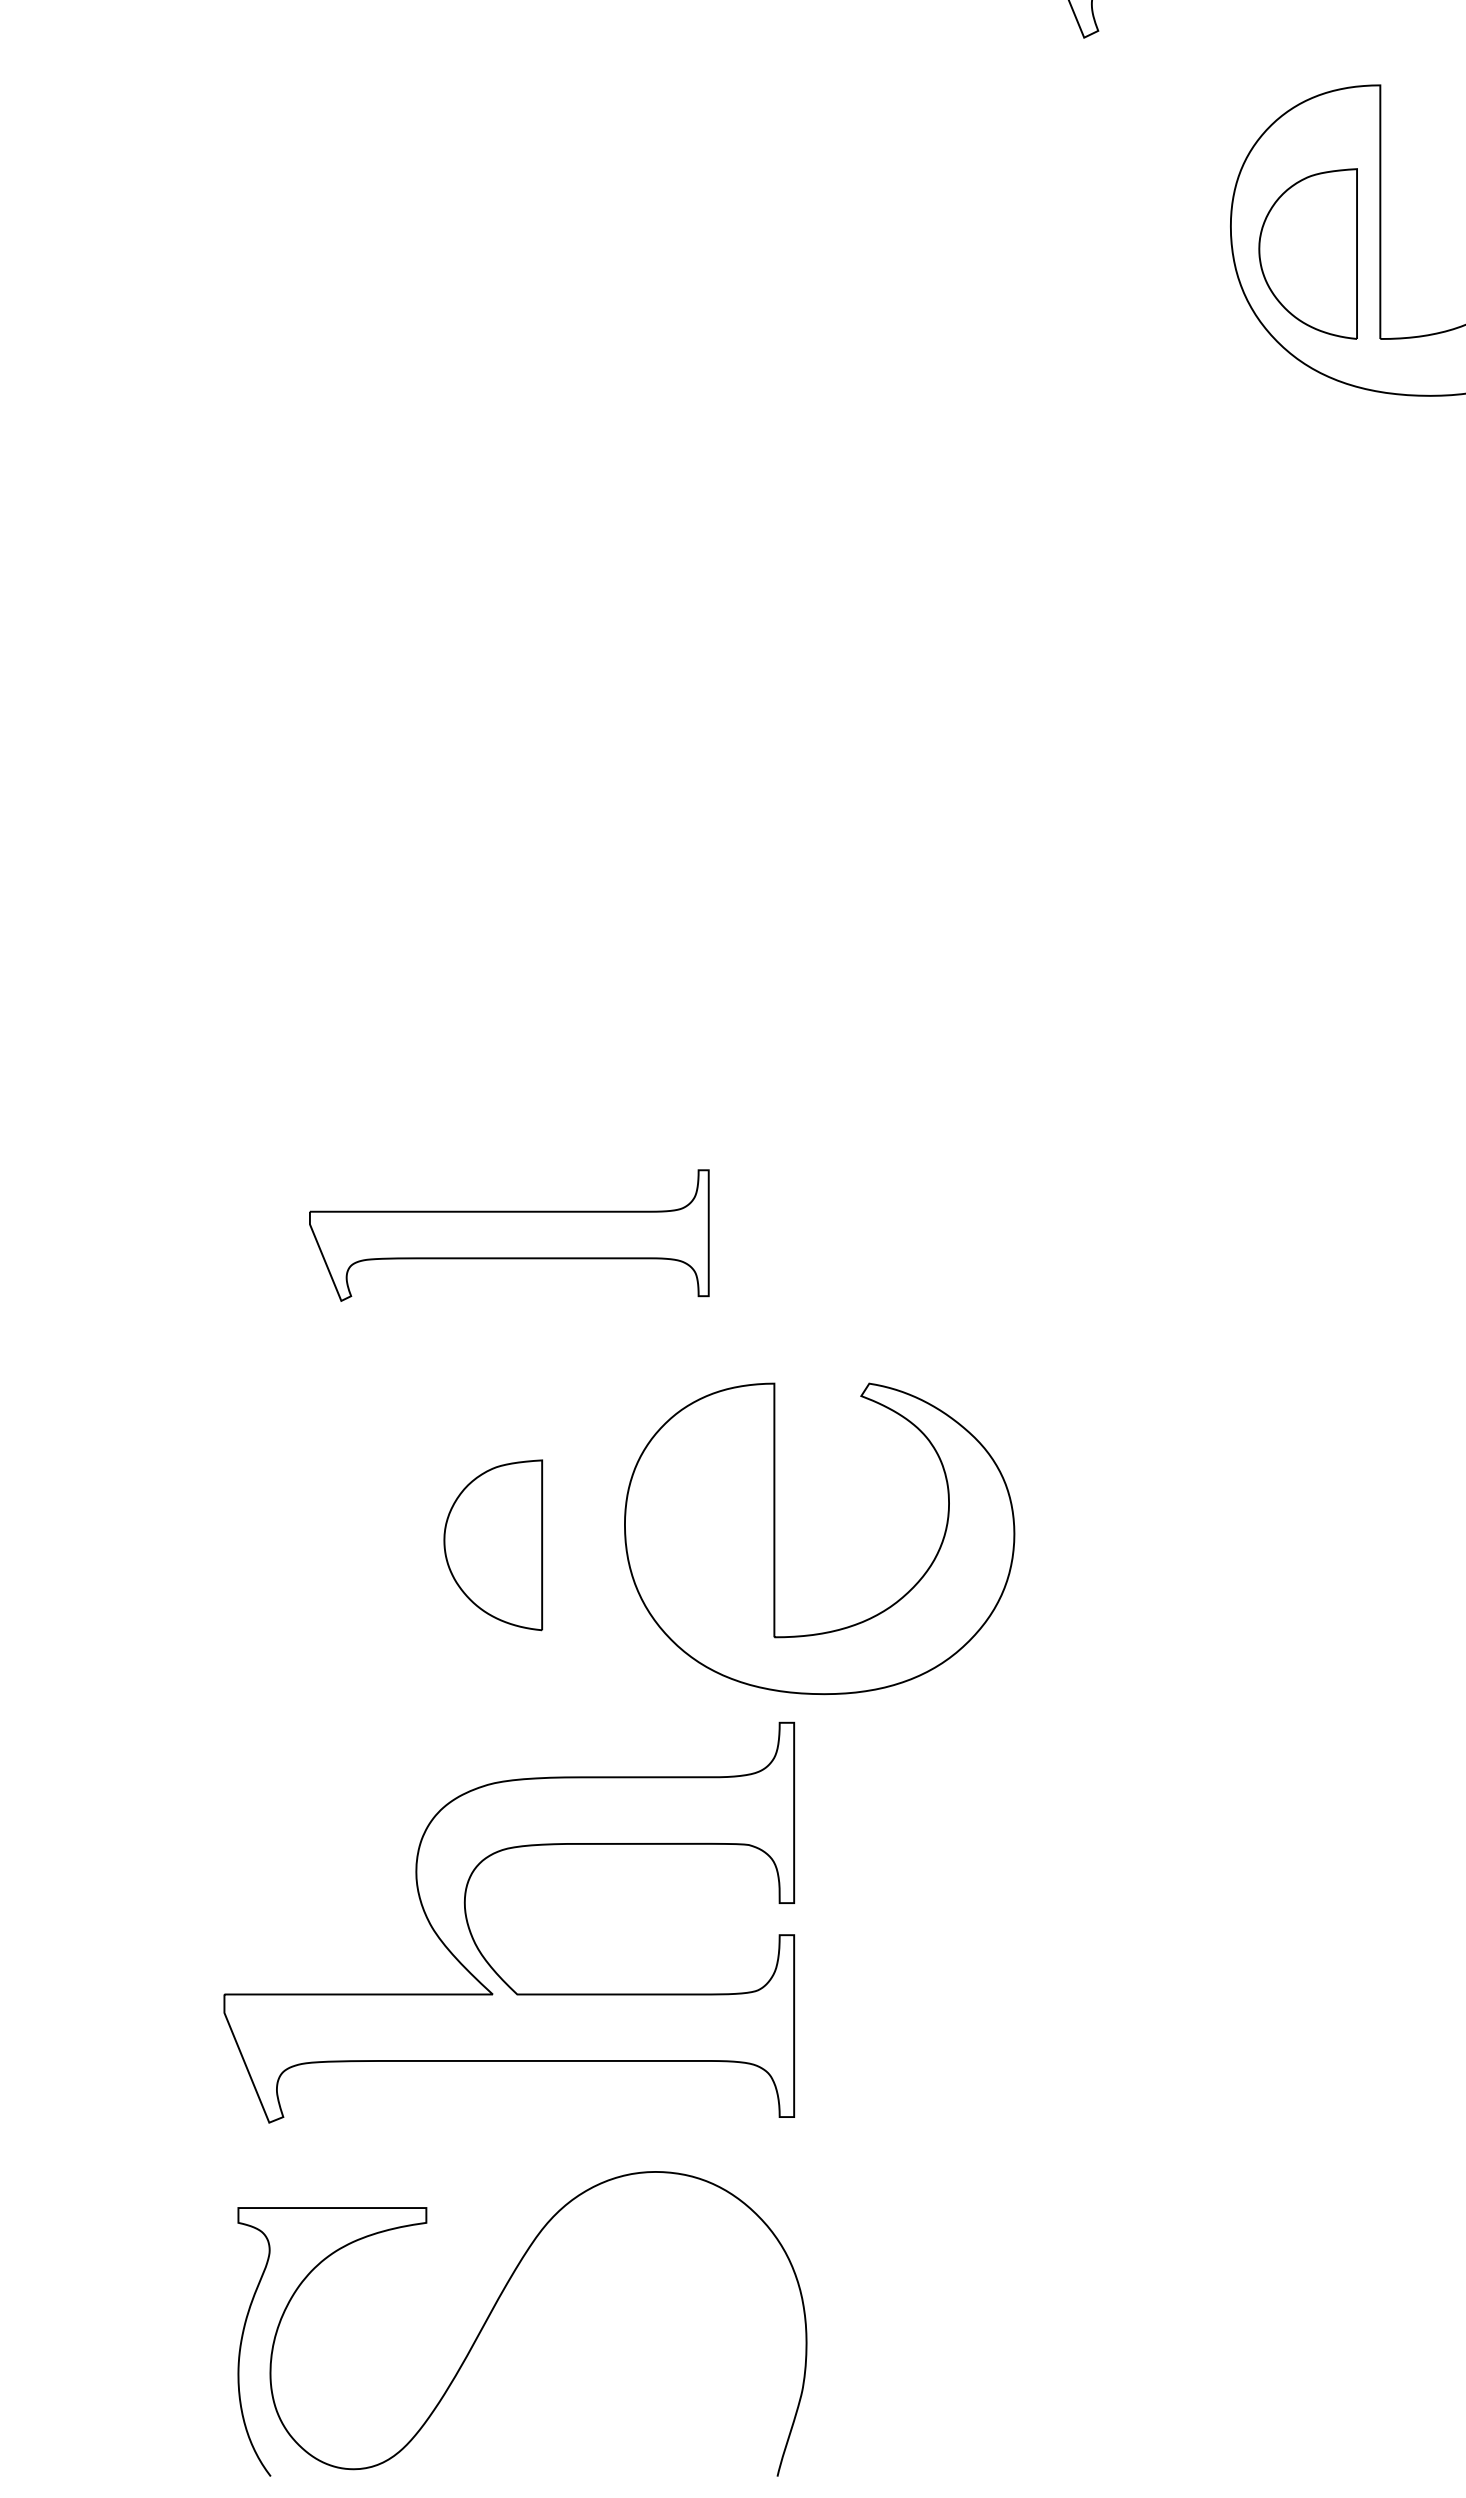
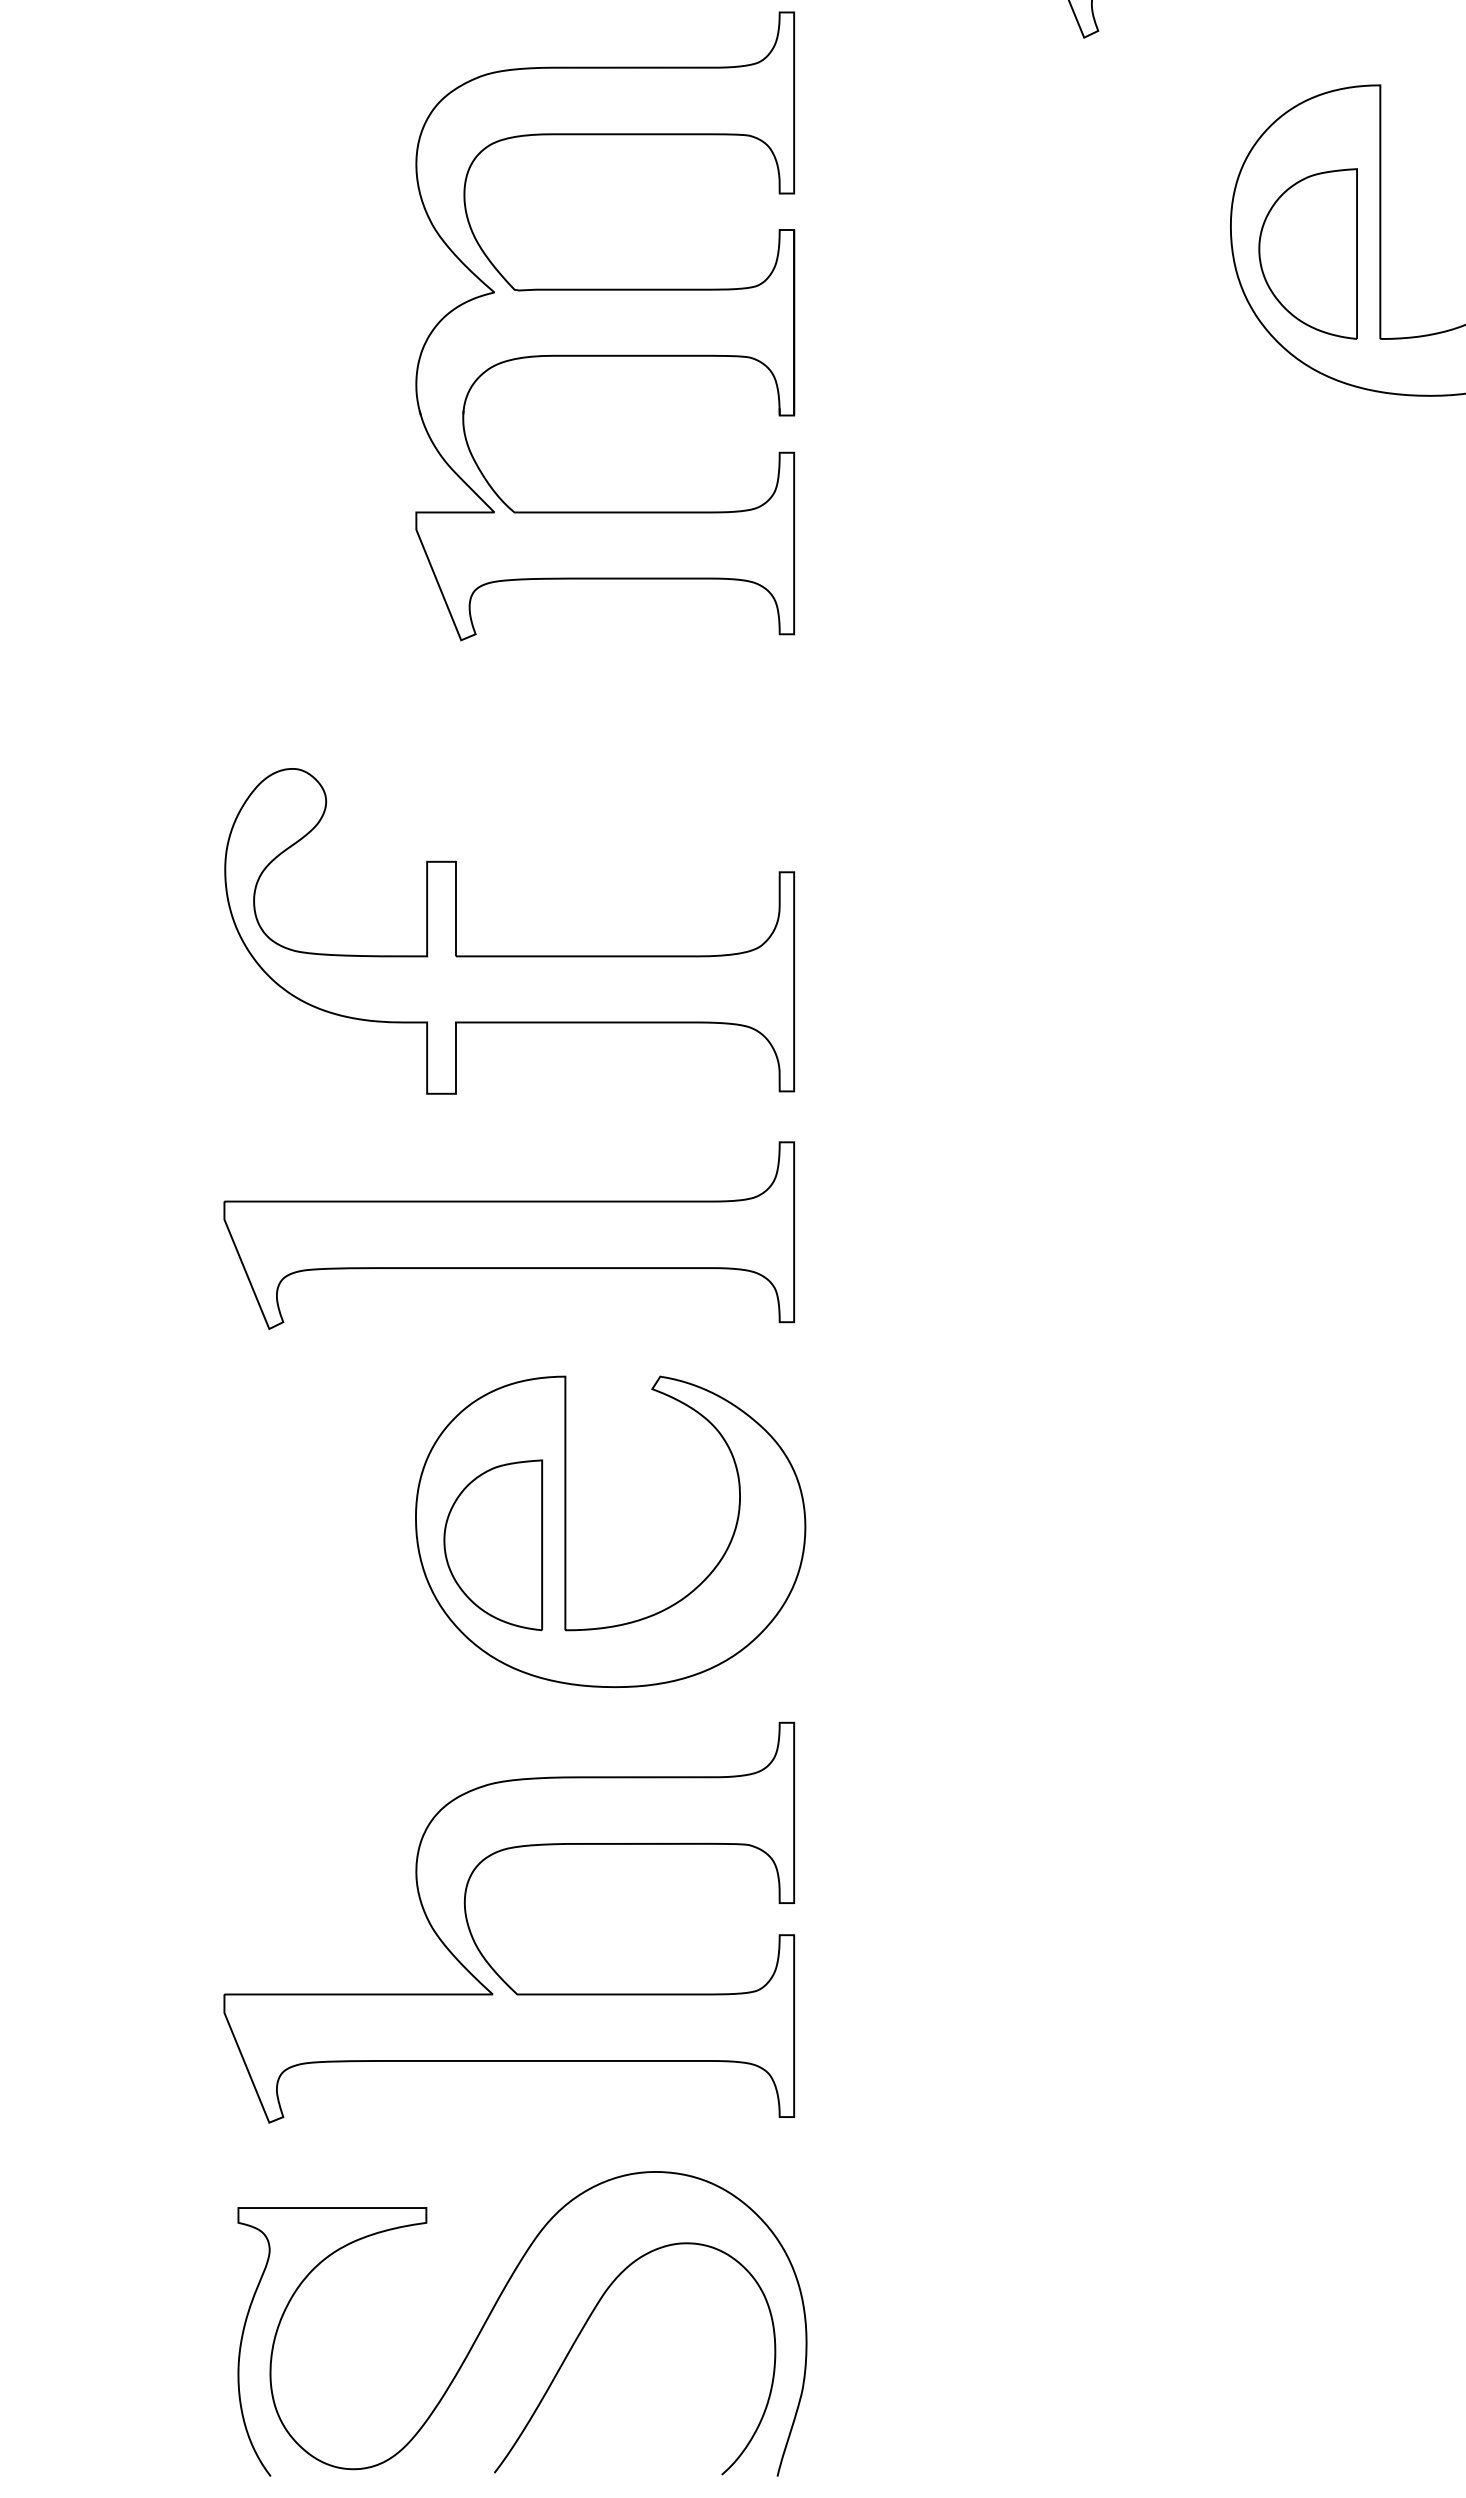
part at (605, 326): none -> present
part at (509, 955): none -> present
part at (509, 1235) size: 401x133 px -> 573x189 px
part at (775, 1538) position: (775, 1538) -> (566, 1531)
curve at (582, 2331): none -> present
